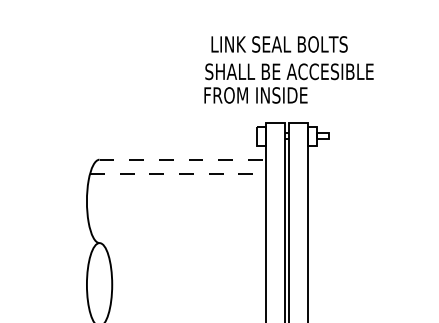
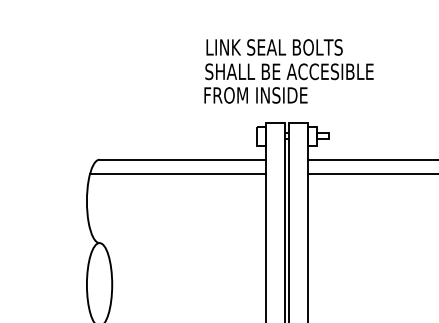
text at (279, 44) position: (279, 44) -> (274, 47)
line at (183, 159): dashed -> solid
line at (371, 159): none -> present
line at (178, 173): dashed -> solid
line at (371, 173): none -> present
